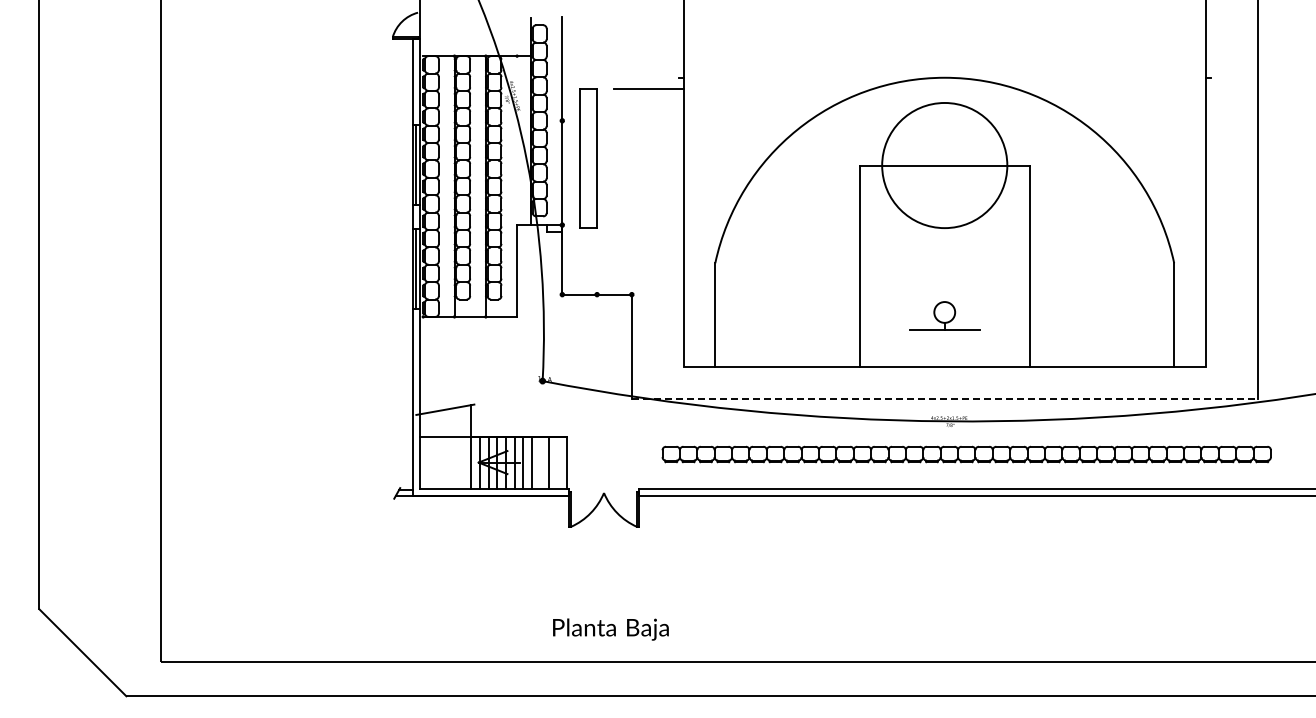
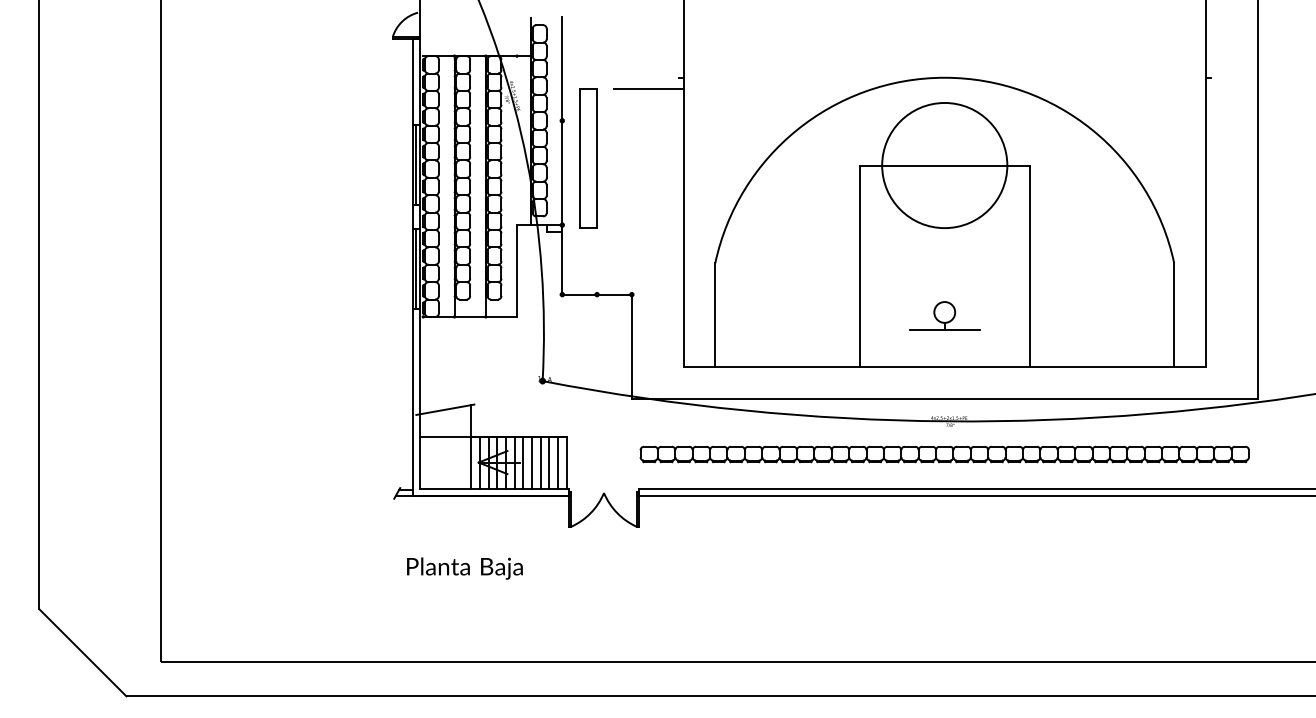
line at (944, 398): dashed -> solid
part at (966, 454) position: (966, 454) -> (944, 454)
line at (540, 462): none -> present
line at (558, 462): none -> present
text at (610, 629) position: (610, 629) -> (464, 568)
